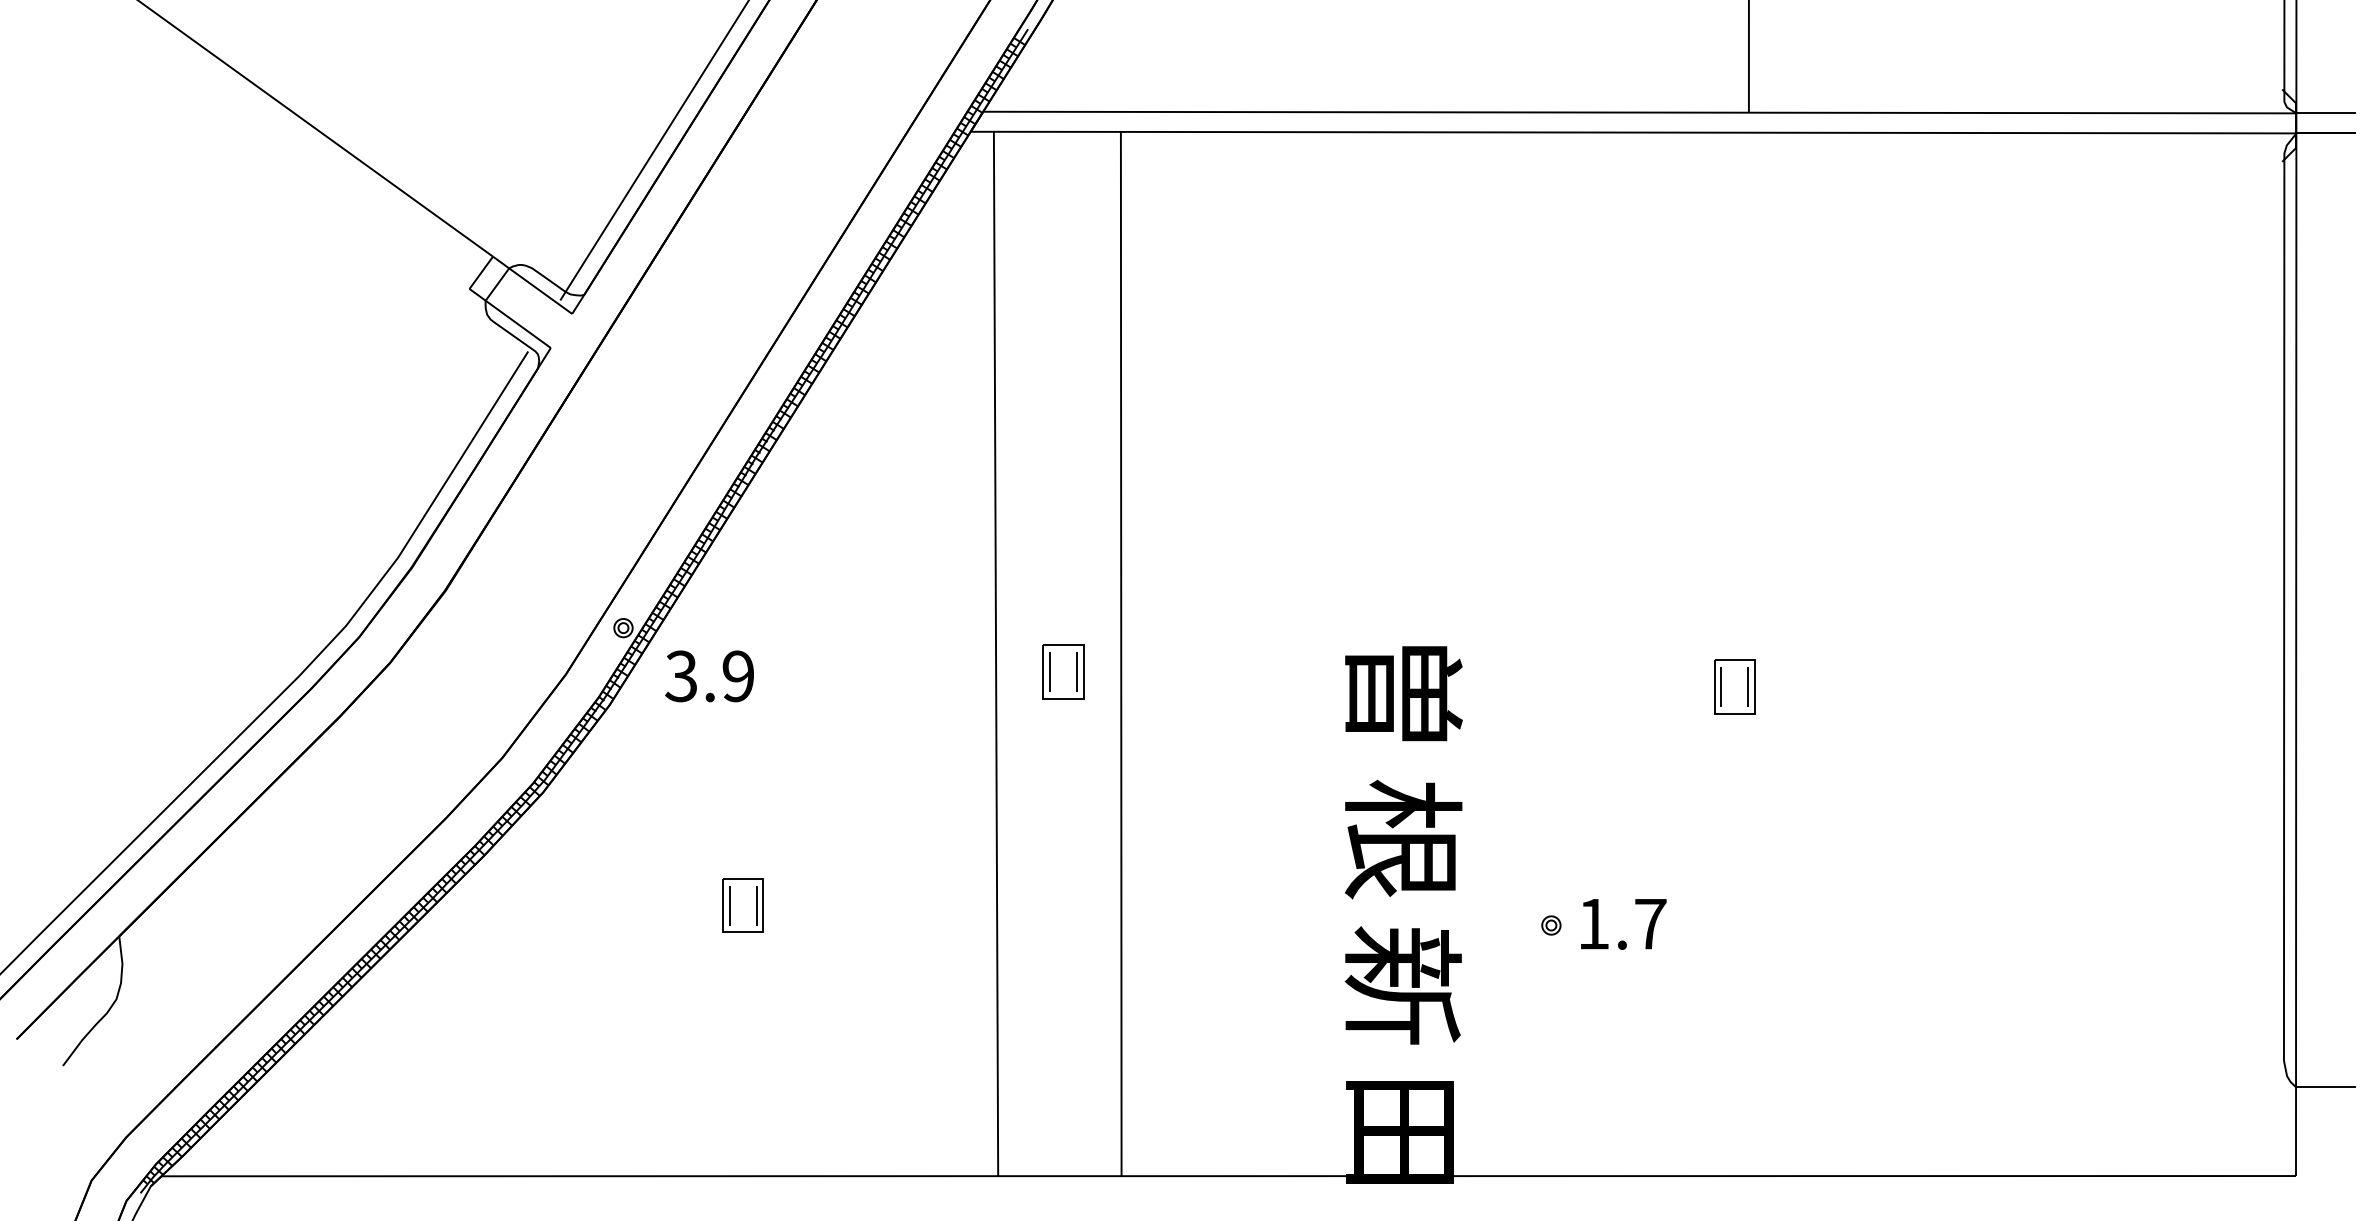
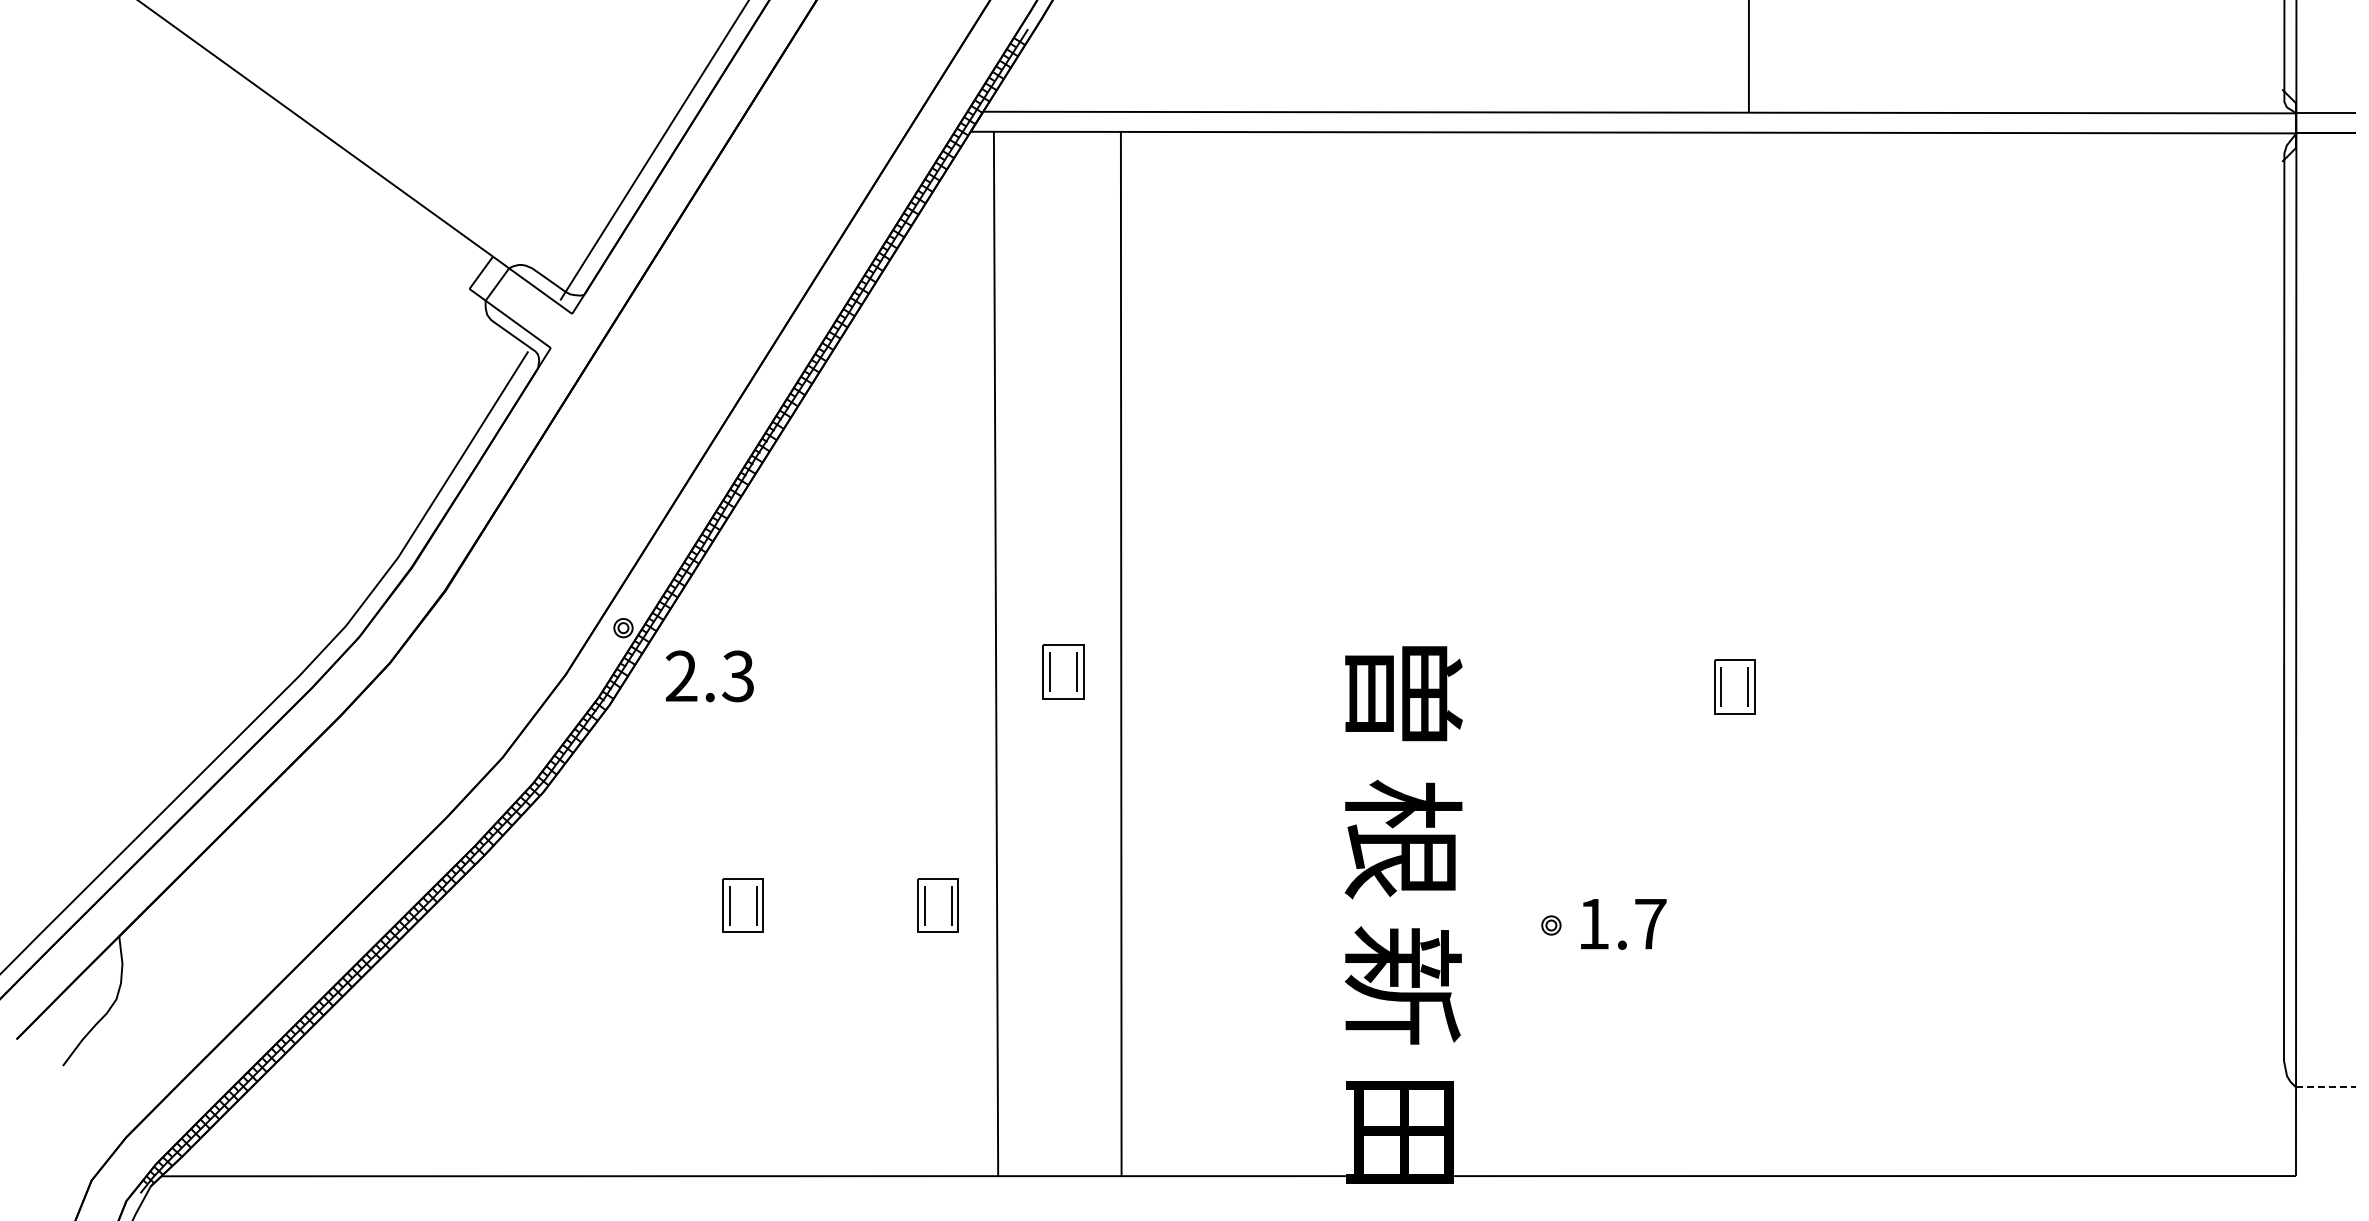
text at (709, 676): 3.9 -> 2.3
part at (937, 905): none -> present
line at (2326, 1087): solid -> dashed
